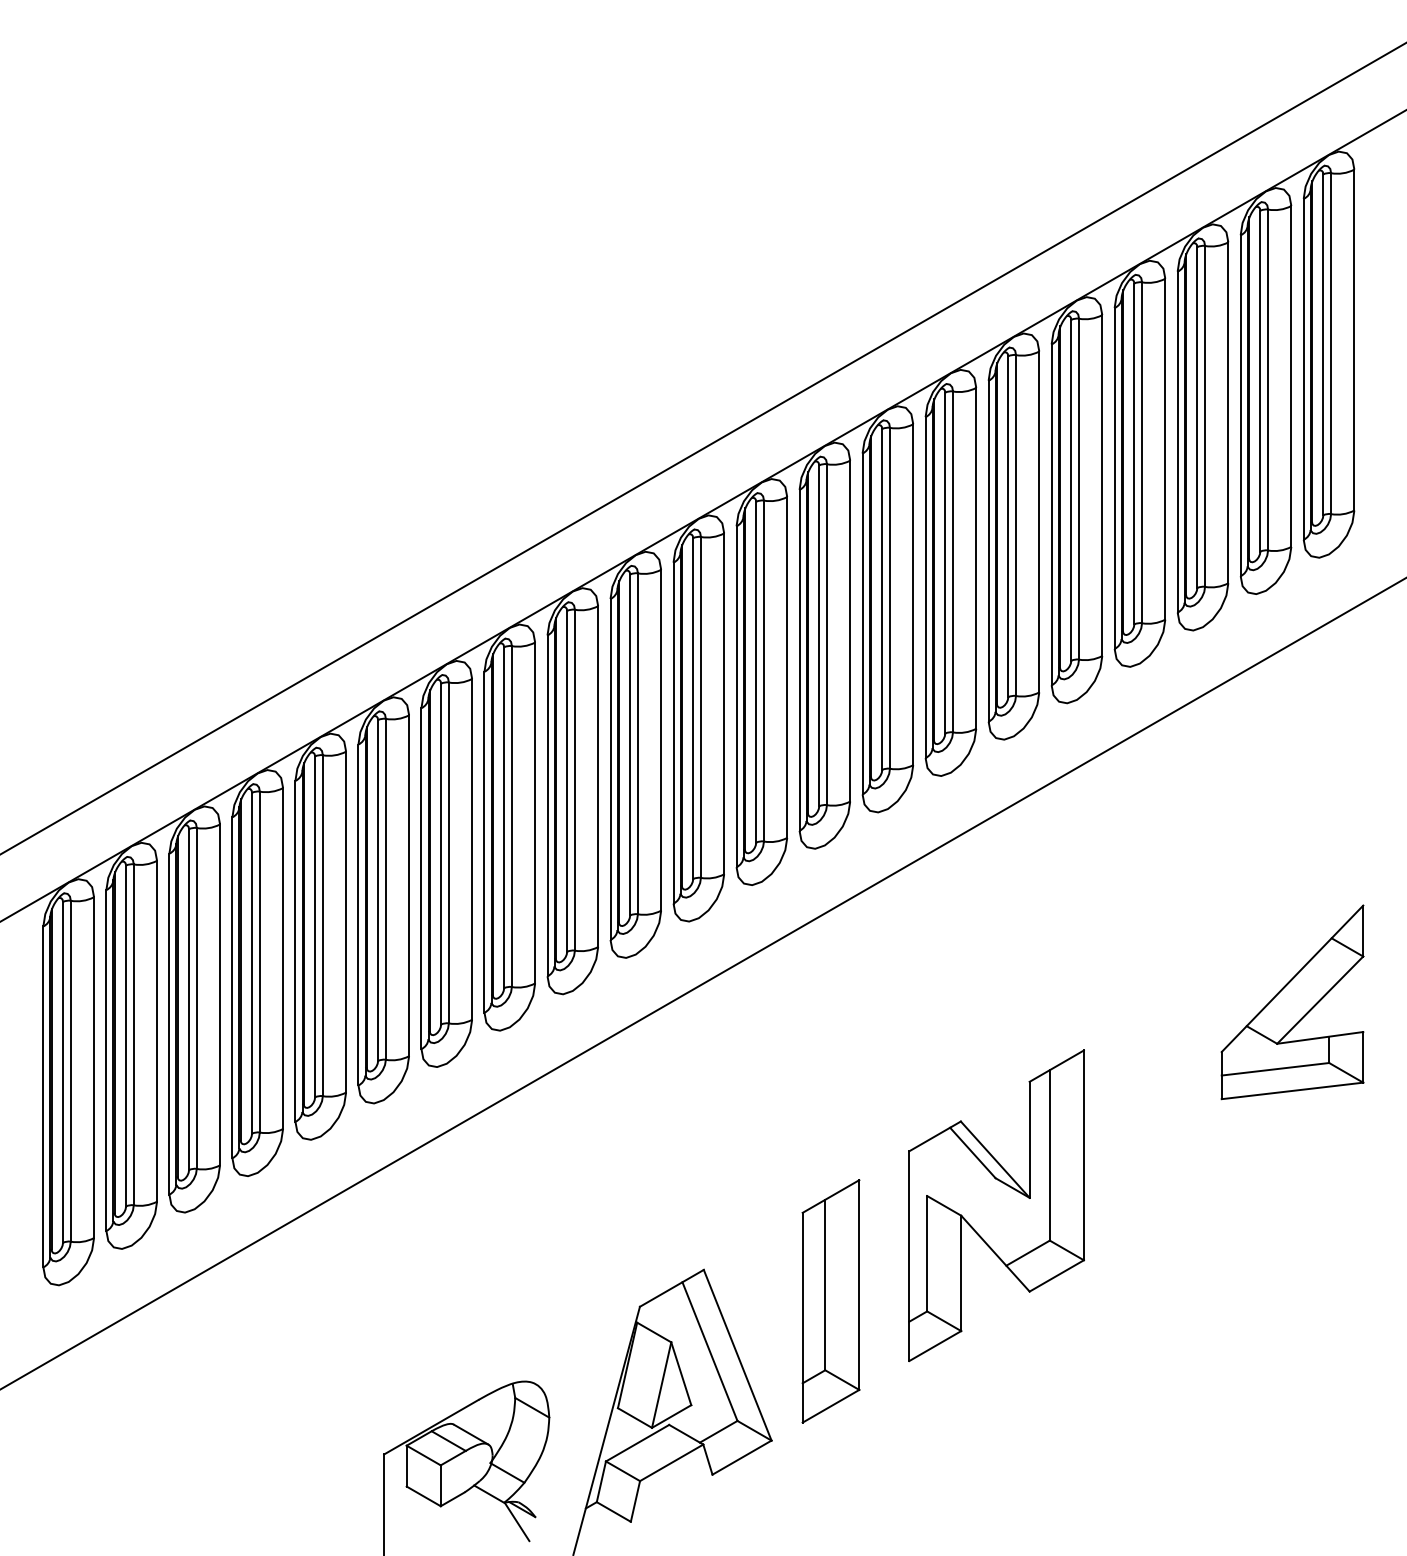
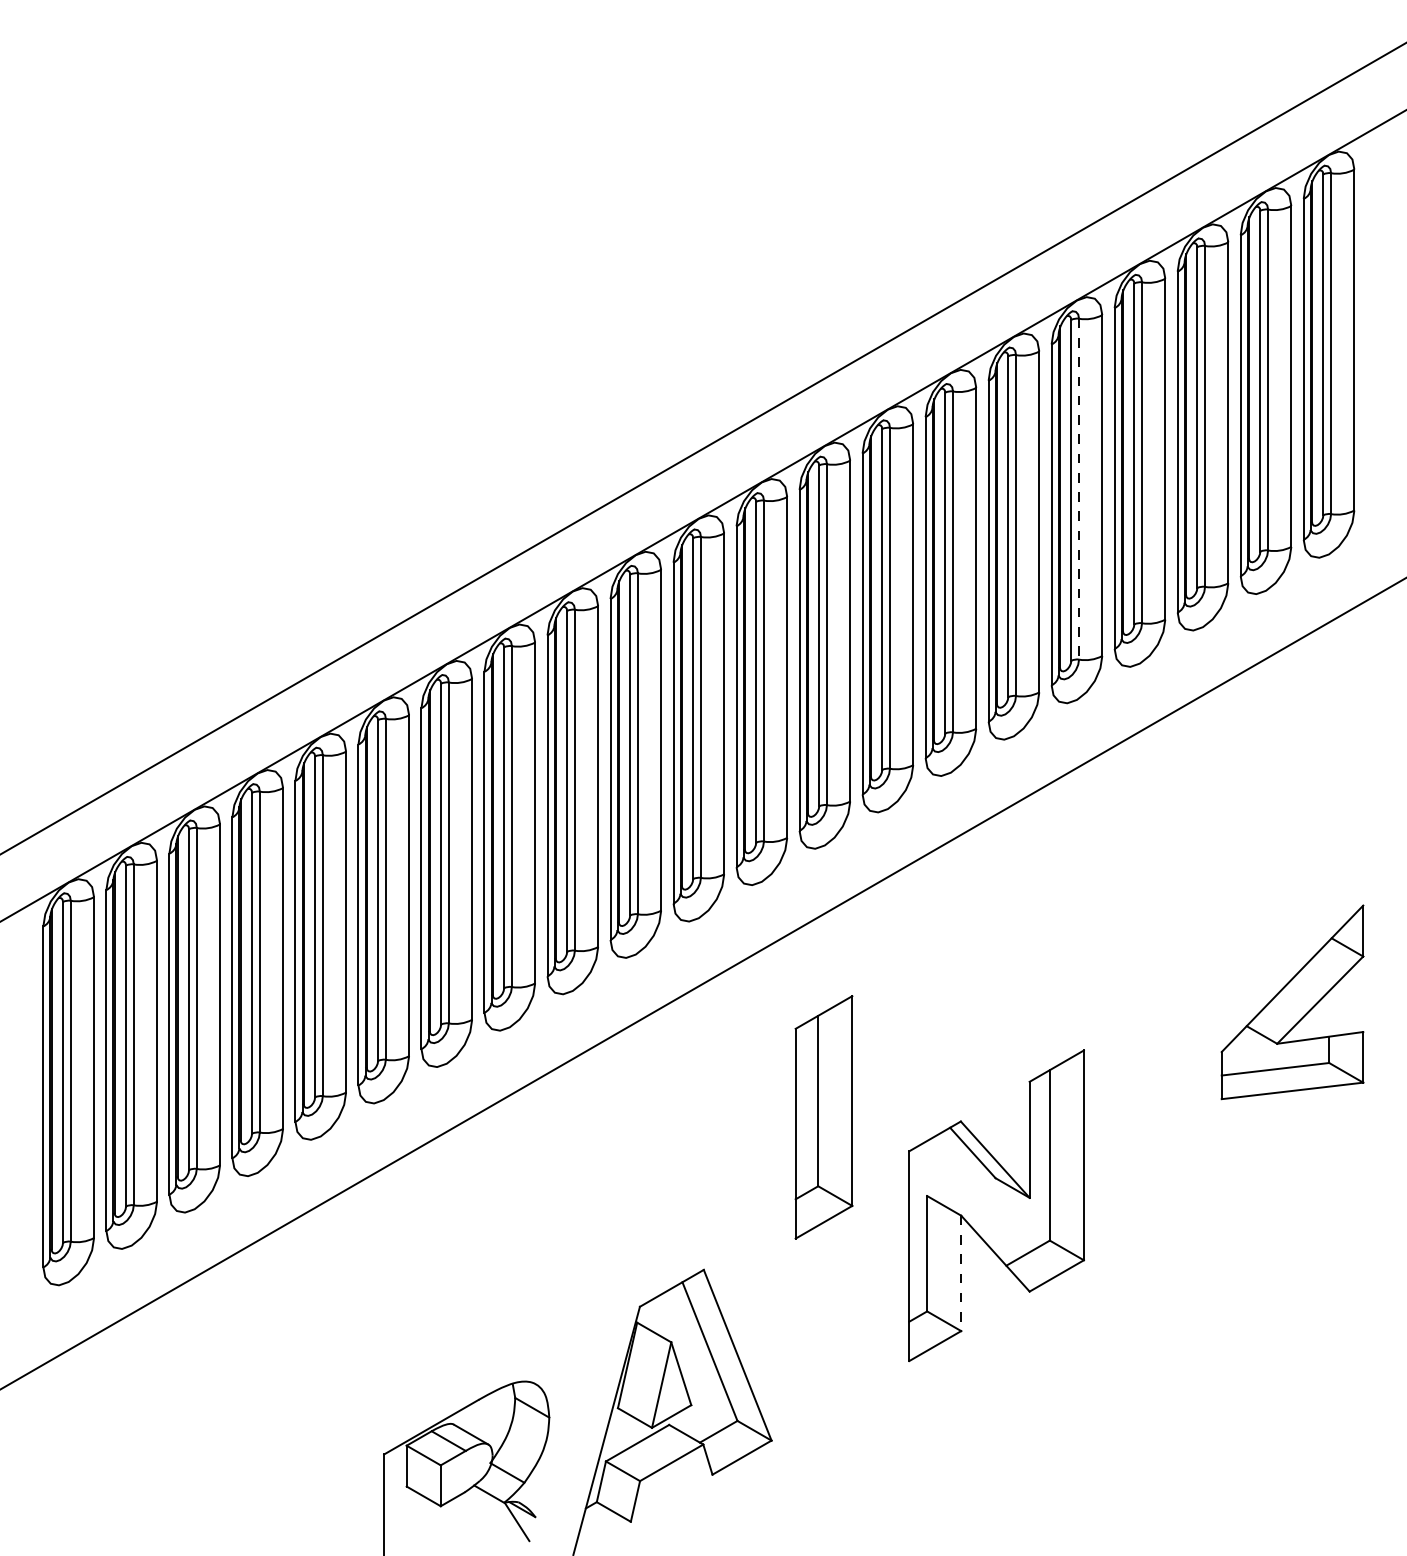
line at (1079, 489): solid -> dashed
line at (961, 1273): solid -> dashed
part at (830, 1301) position: (830, 1301) -> (823, 1117)
